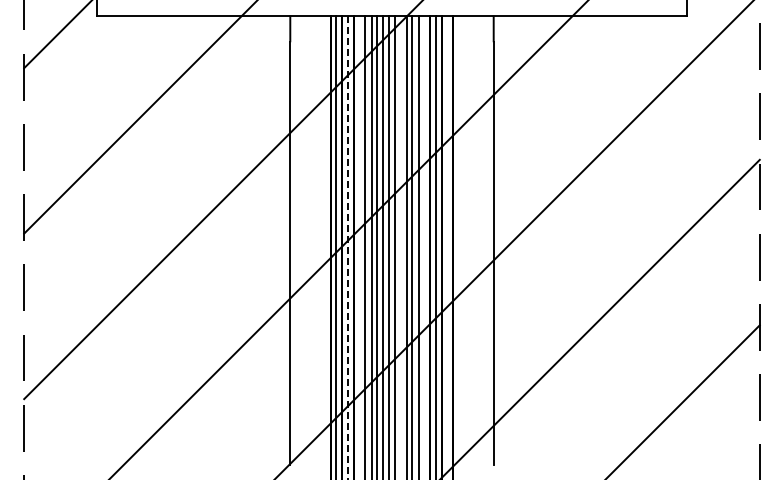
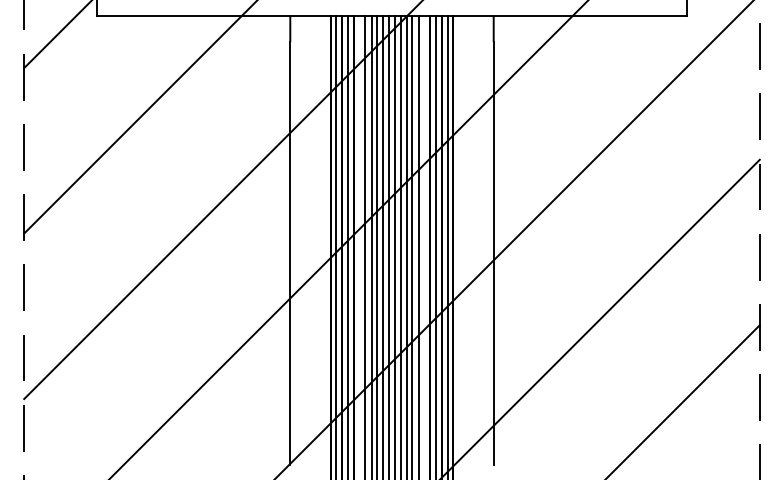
line at (400, 245): none -> present
line at (447, 245): none -> present
line at (347, 247): dashed -> solid
